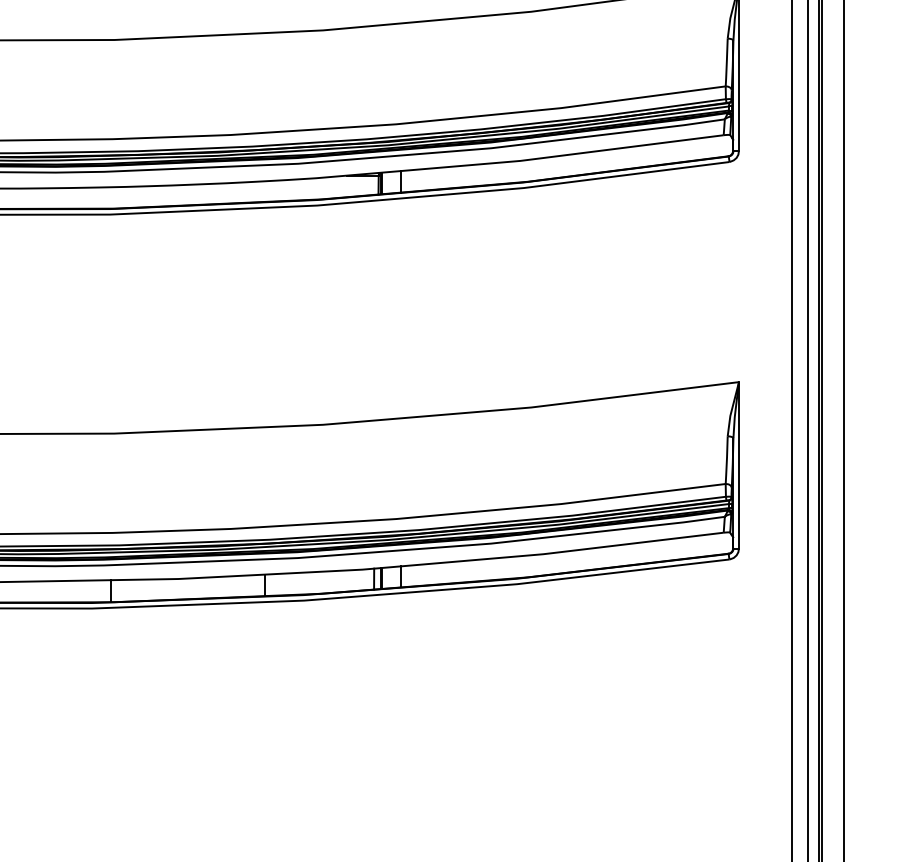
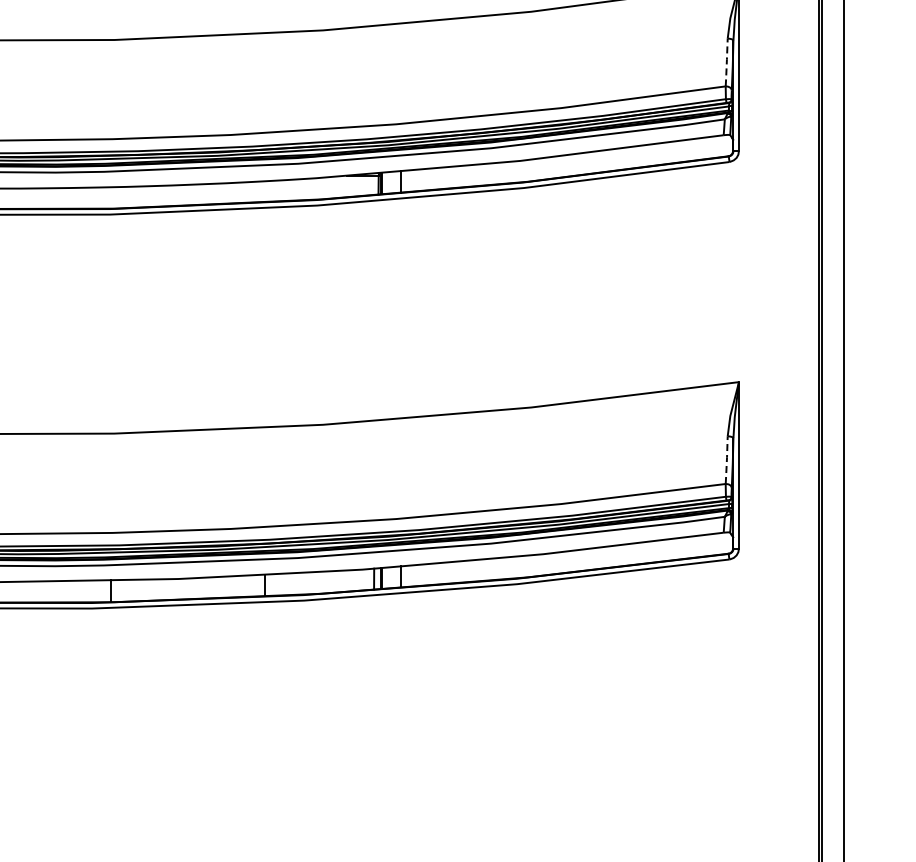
line at (726, 62): solid -> dashed
line at (791, 430): present -> none
line at (808, 430): present -> none
line at (726, 460): solid -> dashed
